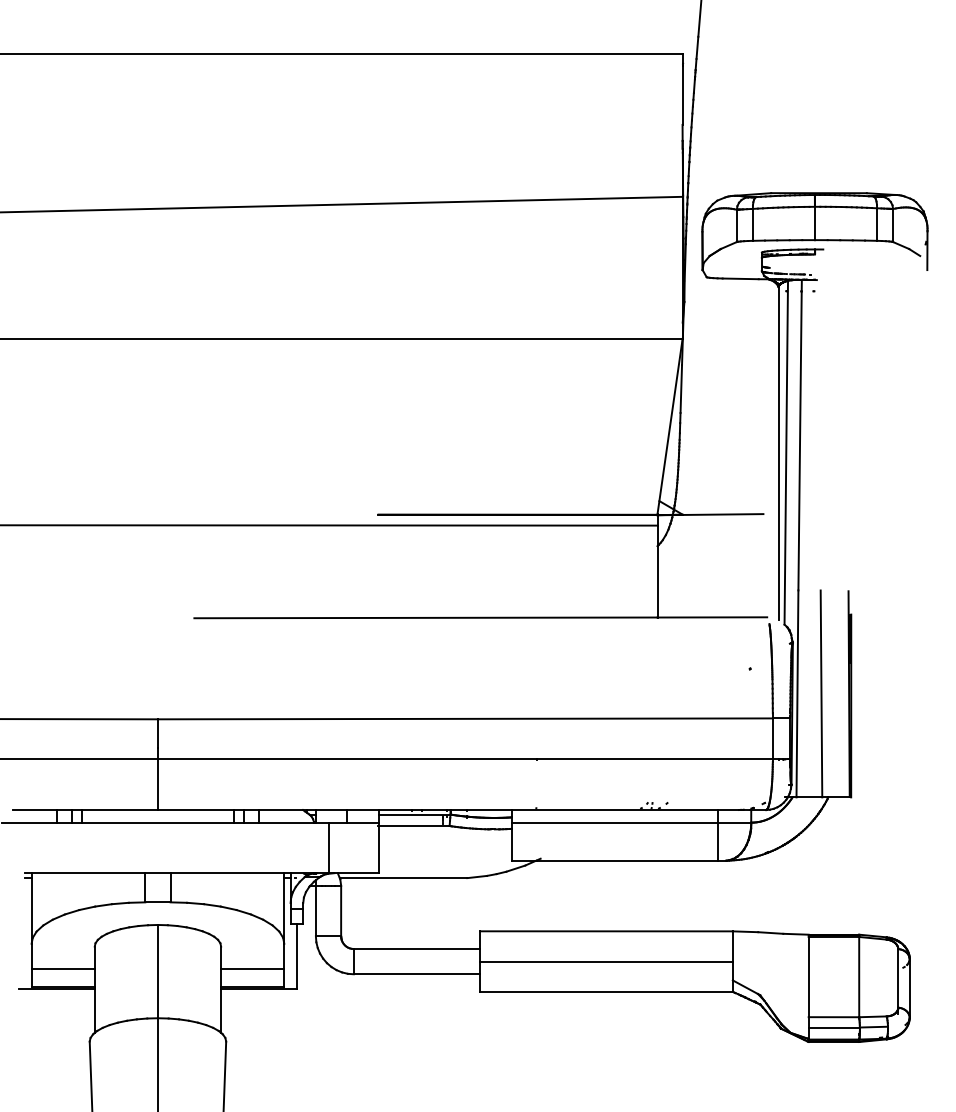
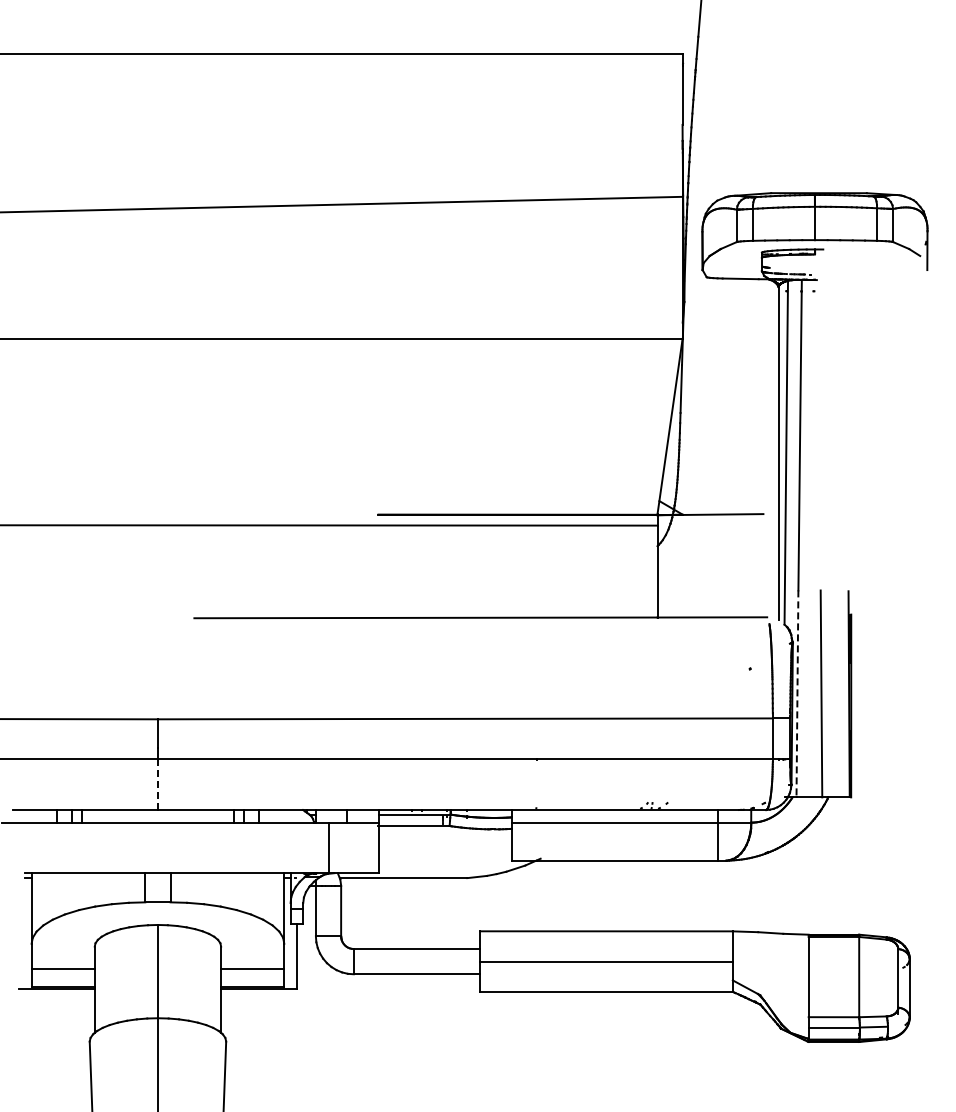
line at (797, 694): solid -> dashed
line at (157, 785): solid -> dashed
